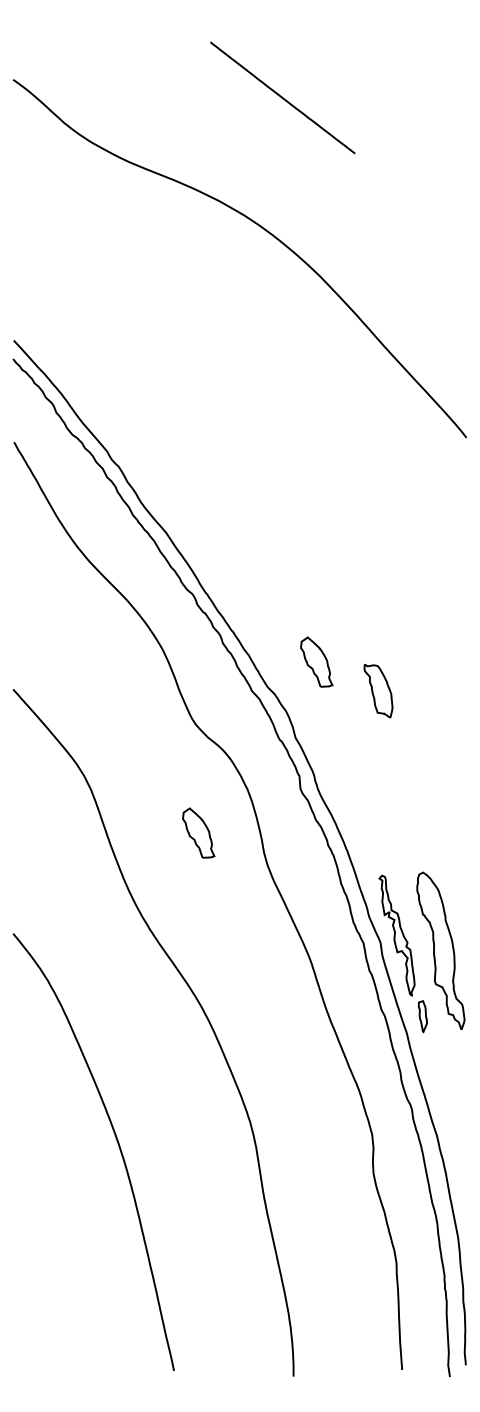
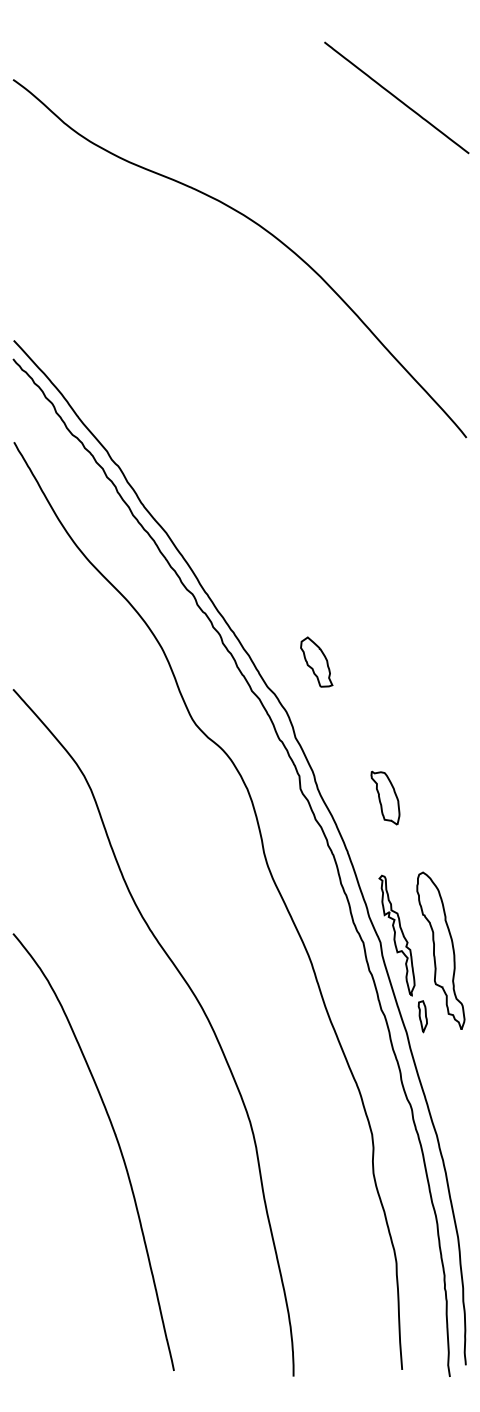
line at (282, 97) position: (282, 97) -> (396, 97)
part at (378, 690) position: (378, 690) -> (385, 797)
part at (198, 832): present -> none
